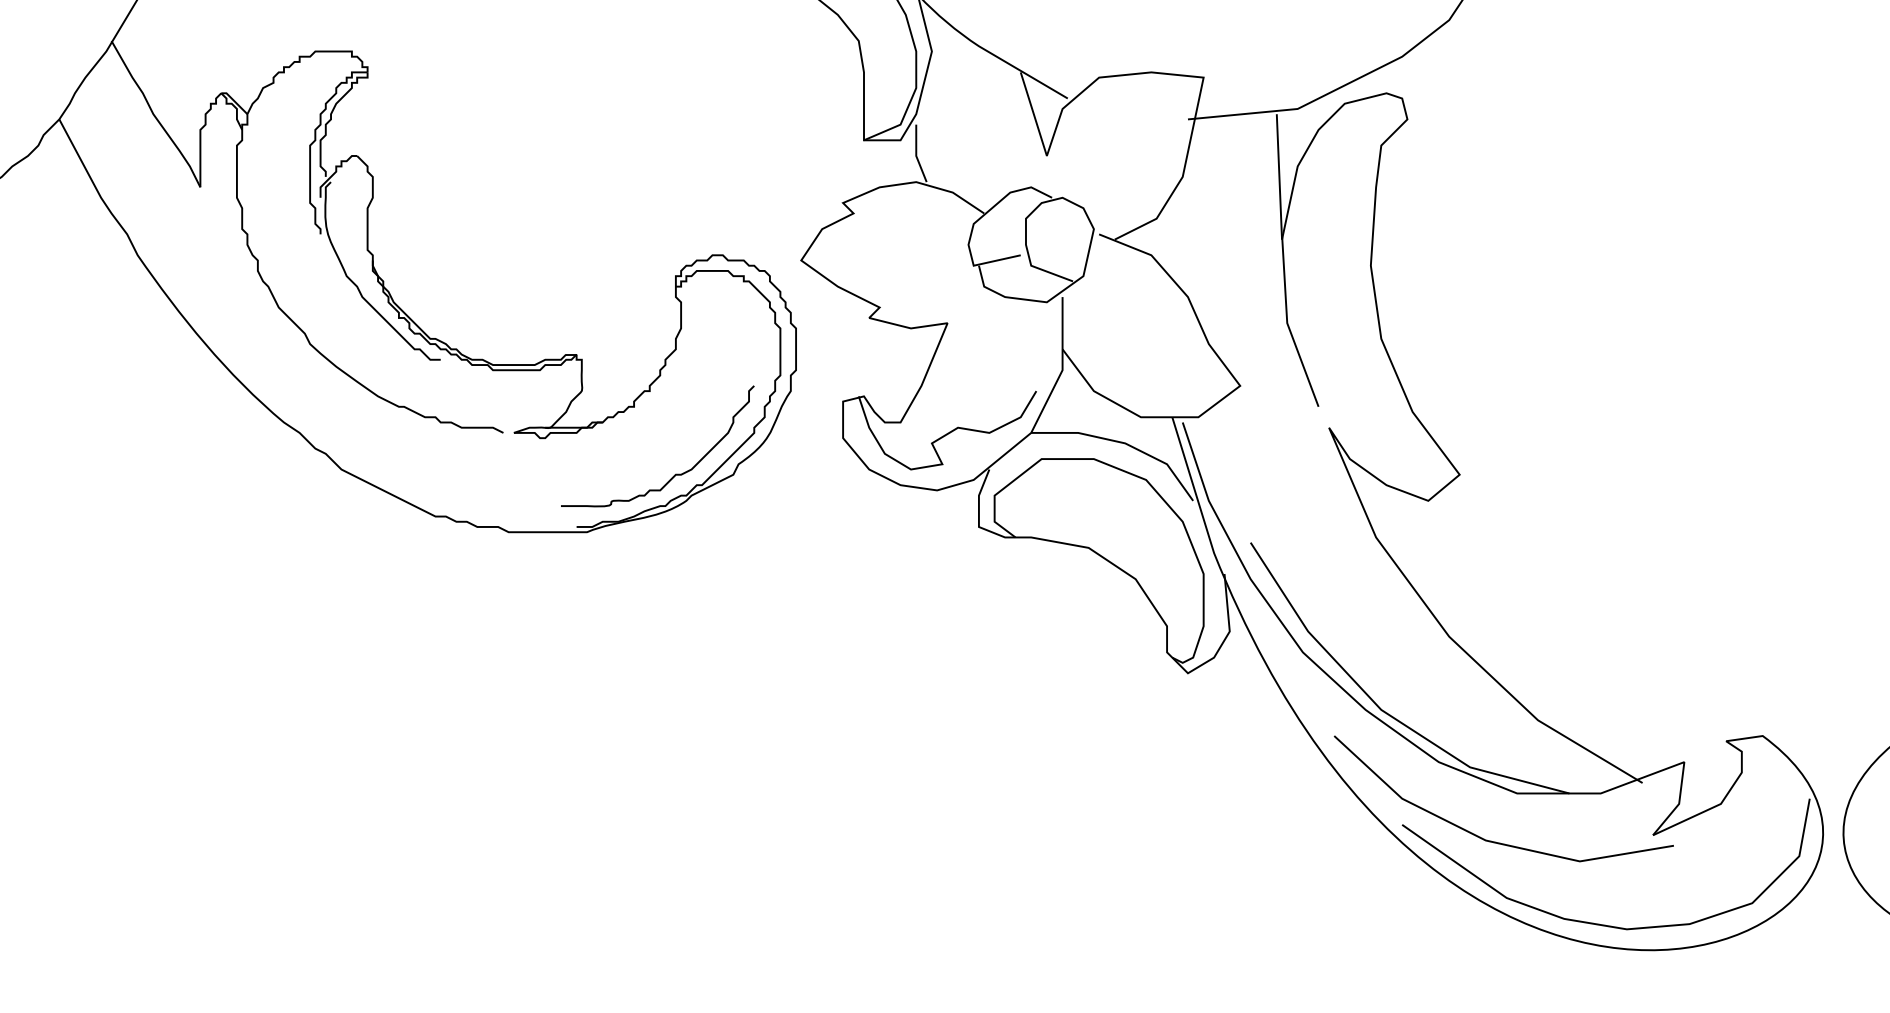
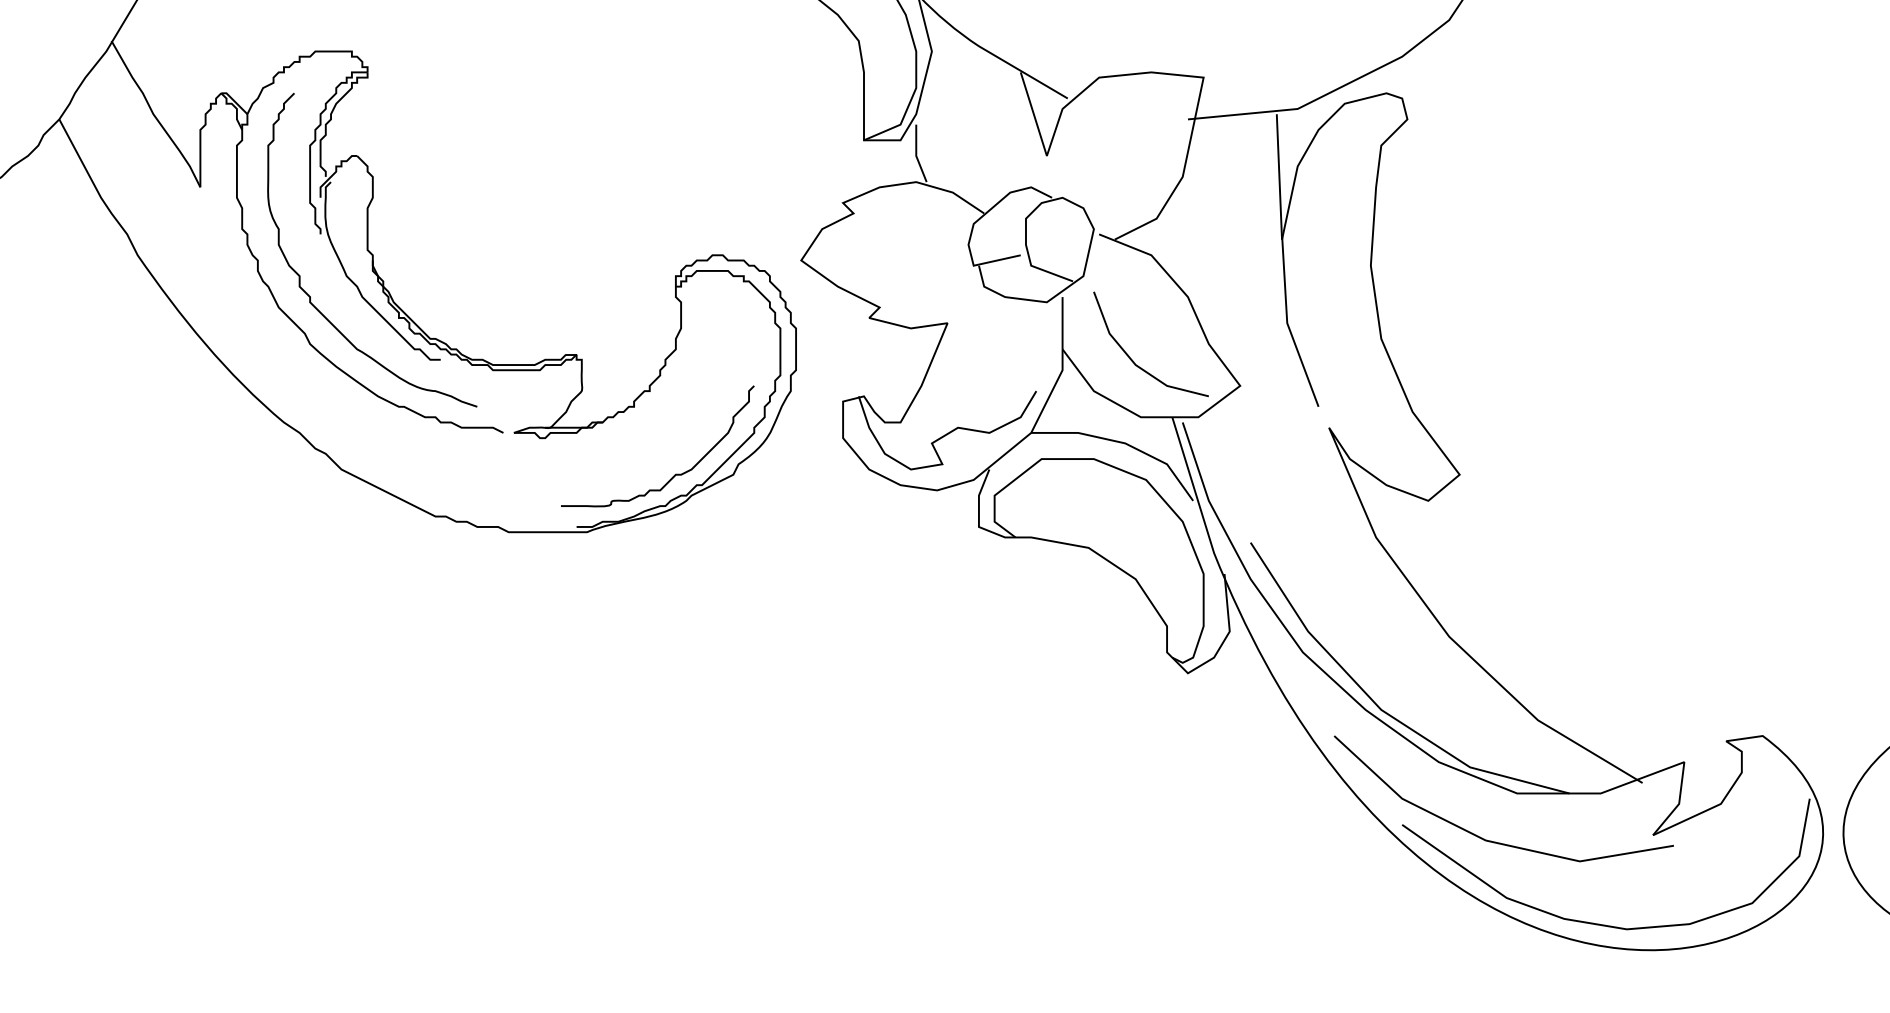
curve at (300, 275): none -> present
curve at (1133, 360): none -> present
